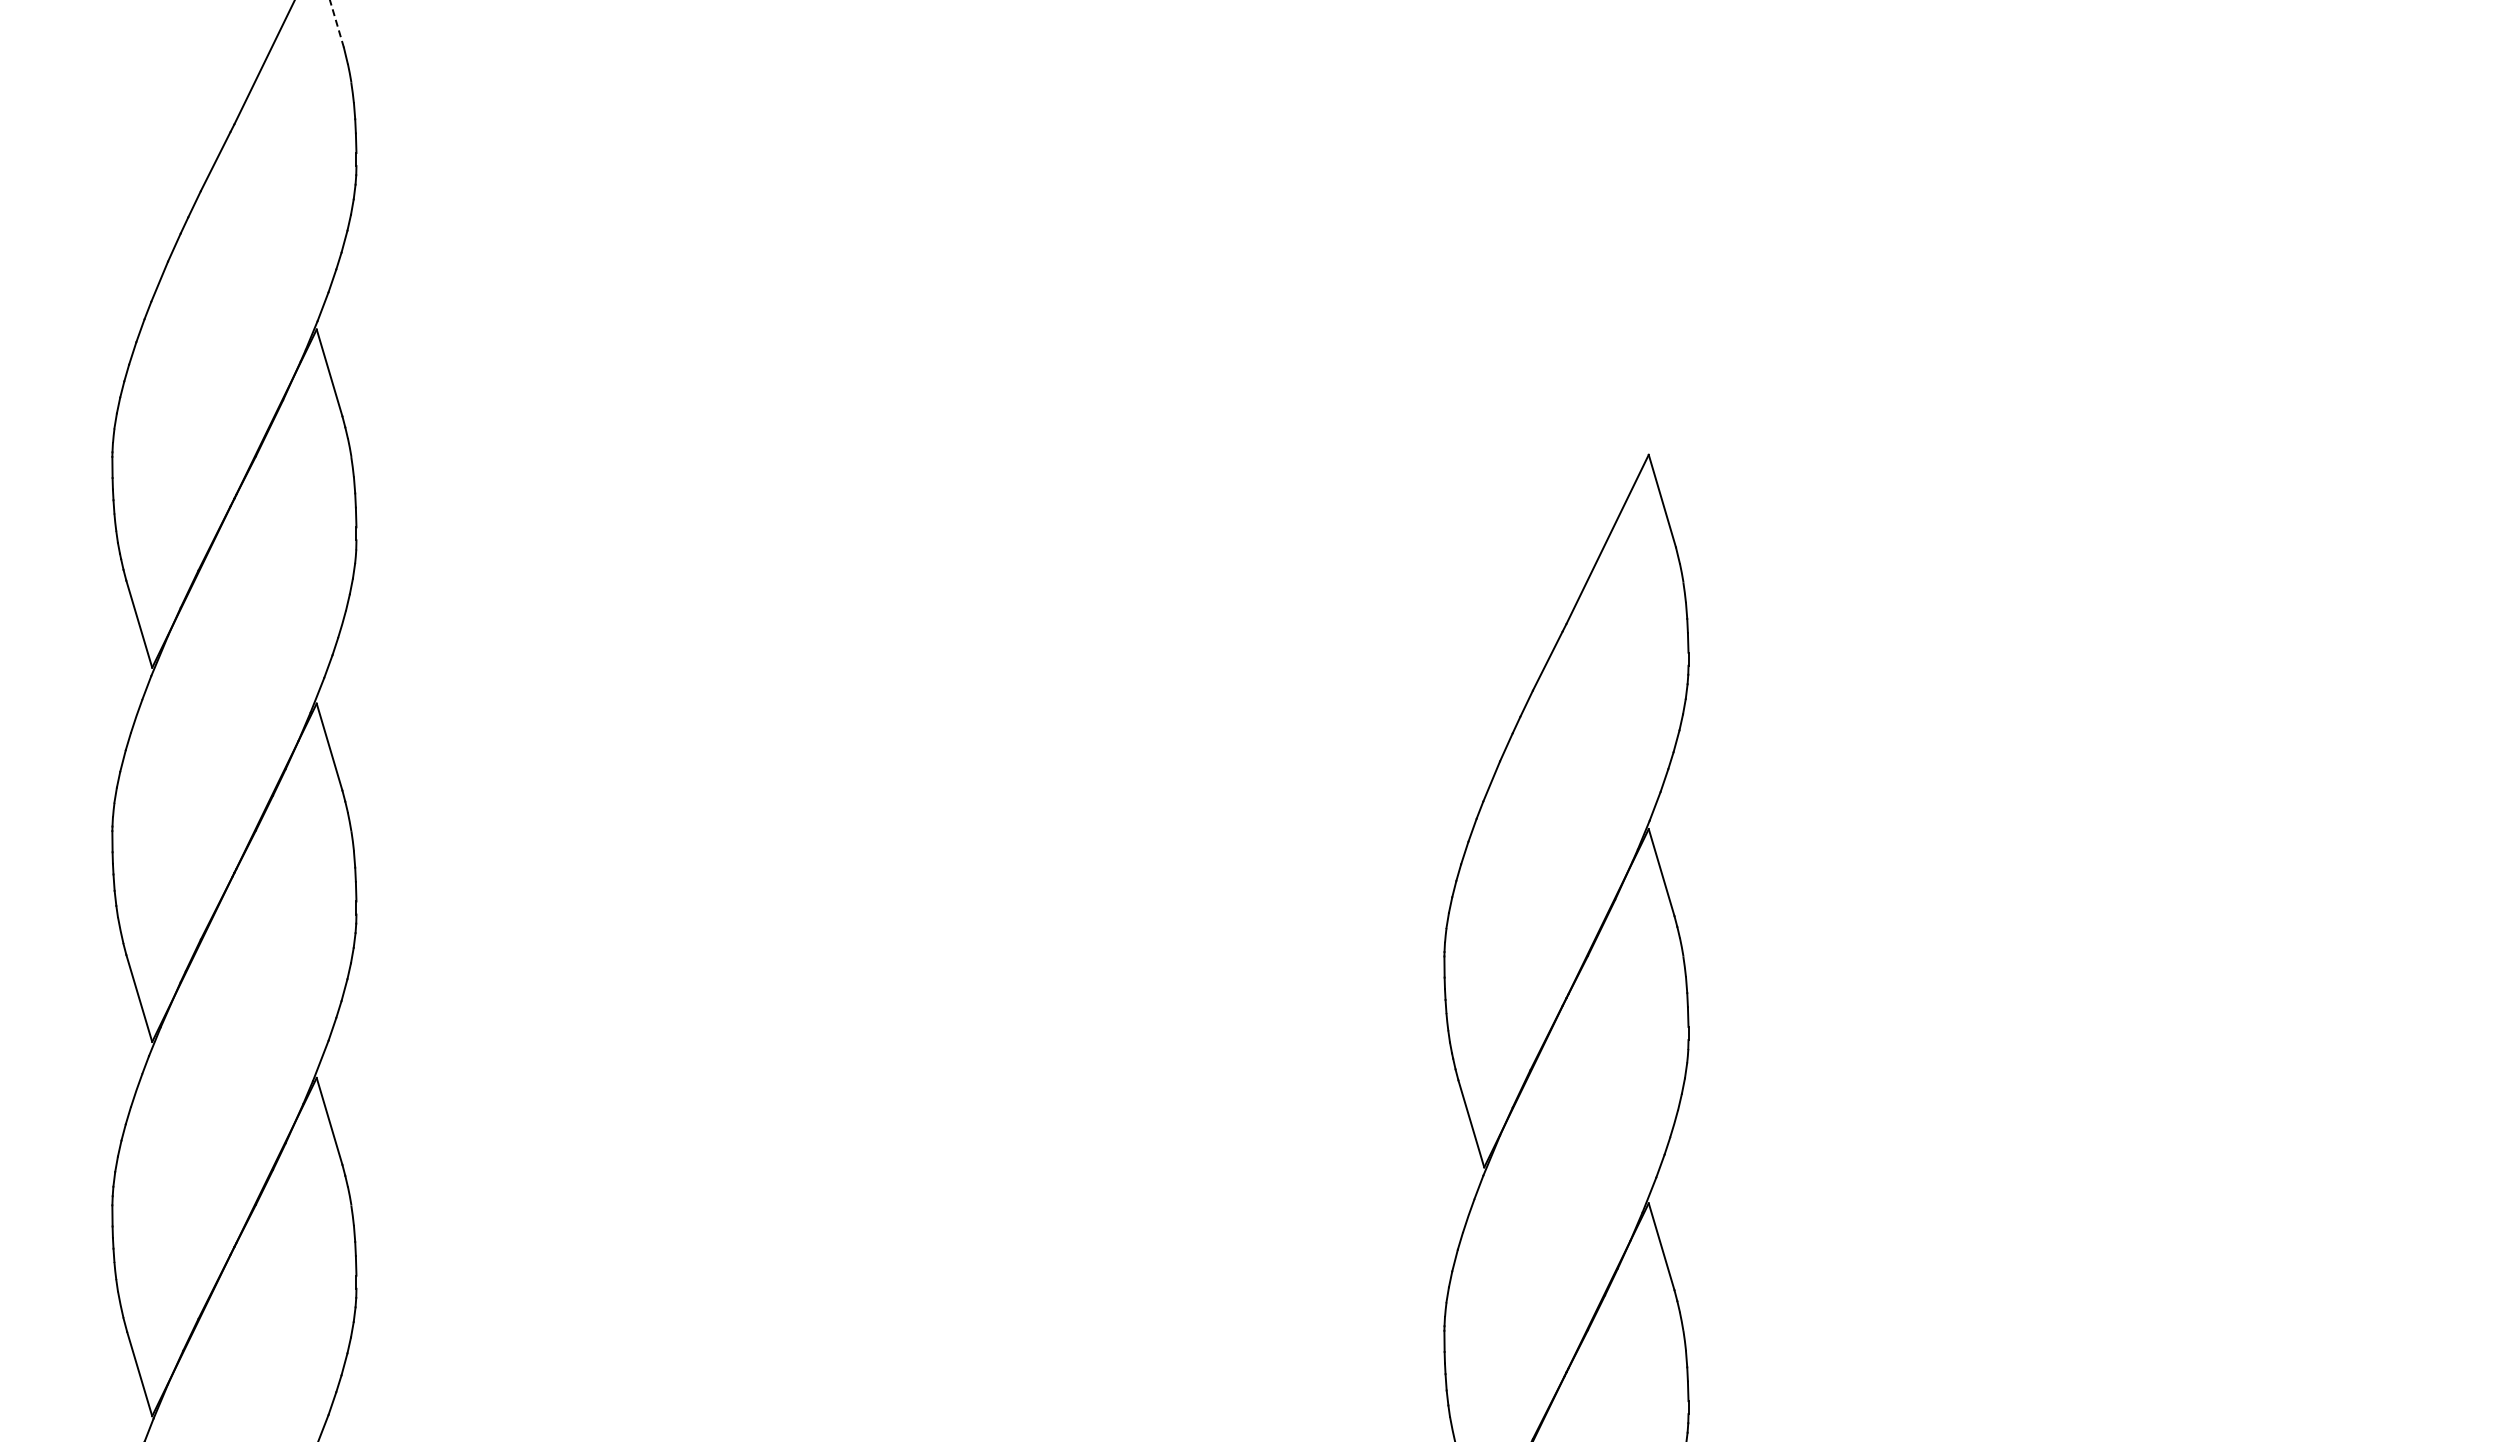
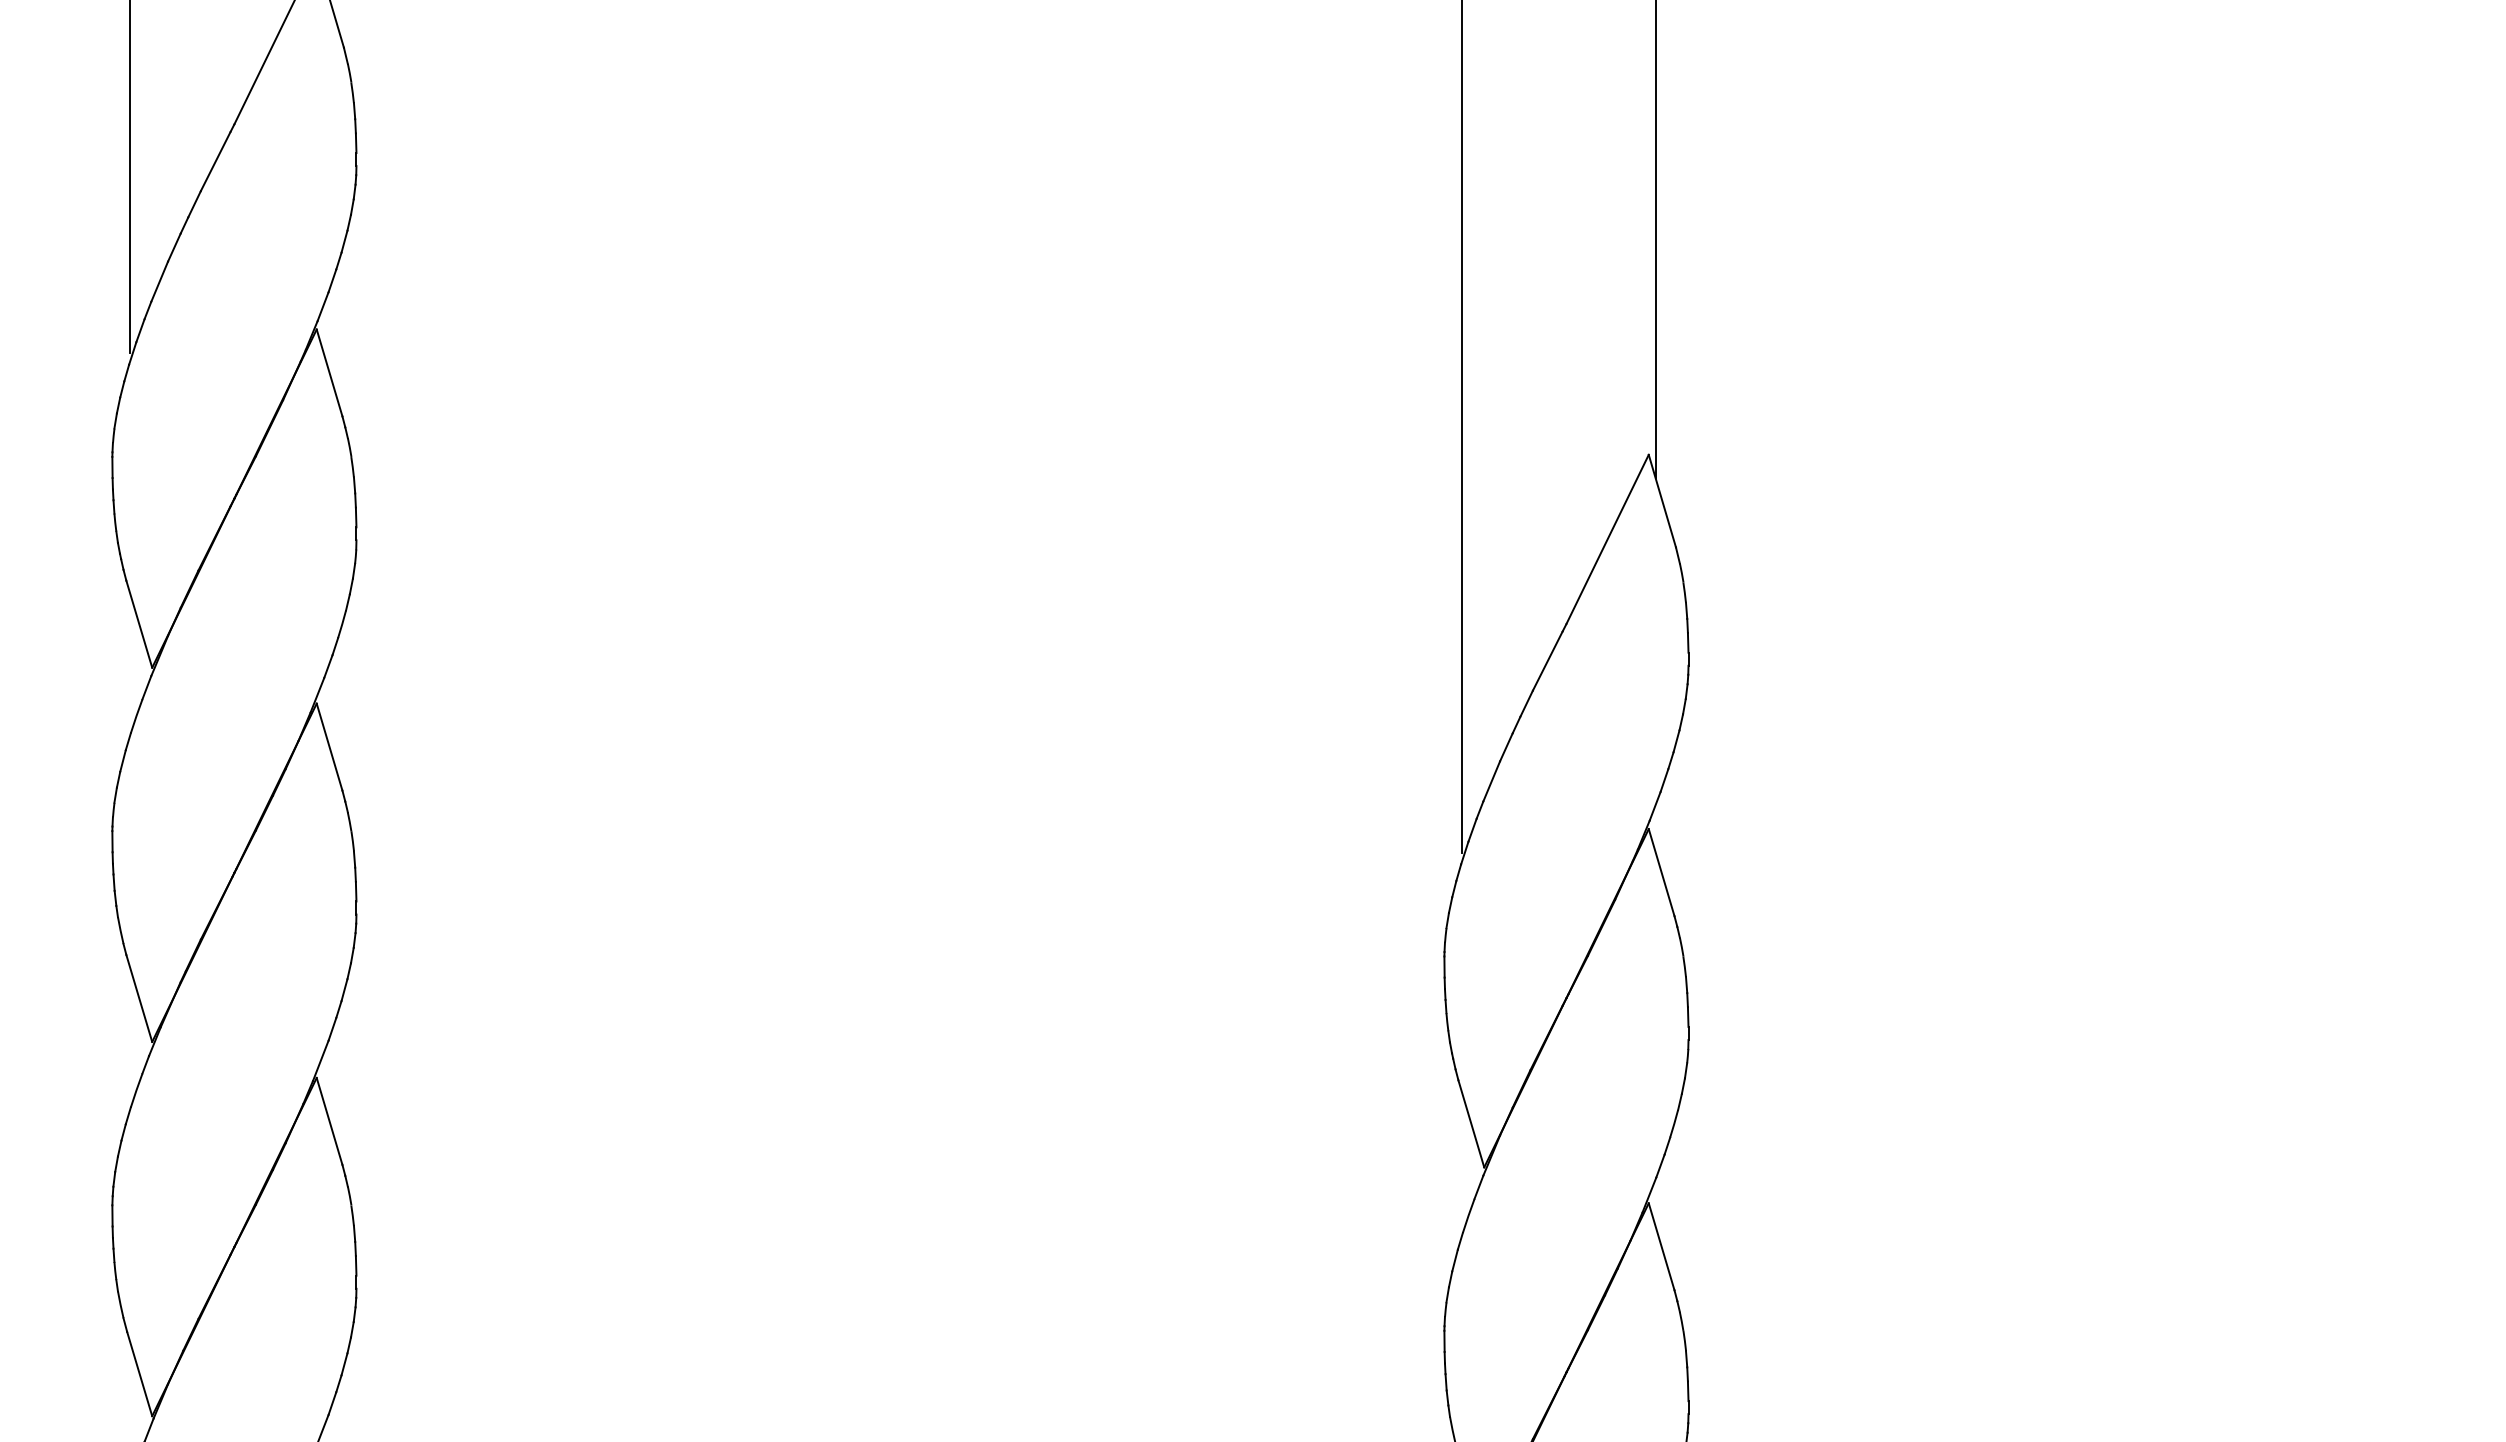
line at (336, 23): dashed -> solid
line at (130, 177): none -> present
line at (1655, 240): none -> present
line at (1462, 427): none -> present
